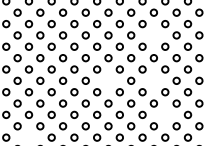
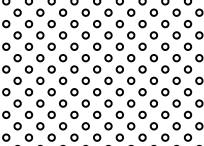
circle at (153, 35): none -> present
circle at (108, 80): none -> present
circle at (153, 80): none -> present
circle at (165, 114): none -> present
circle at (28, 137): none -> present
